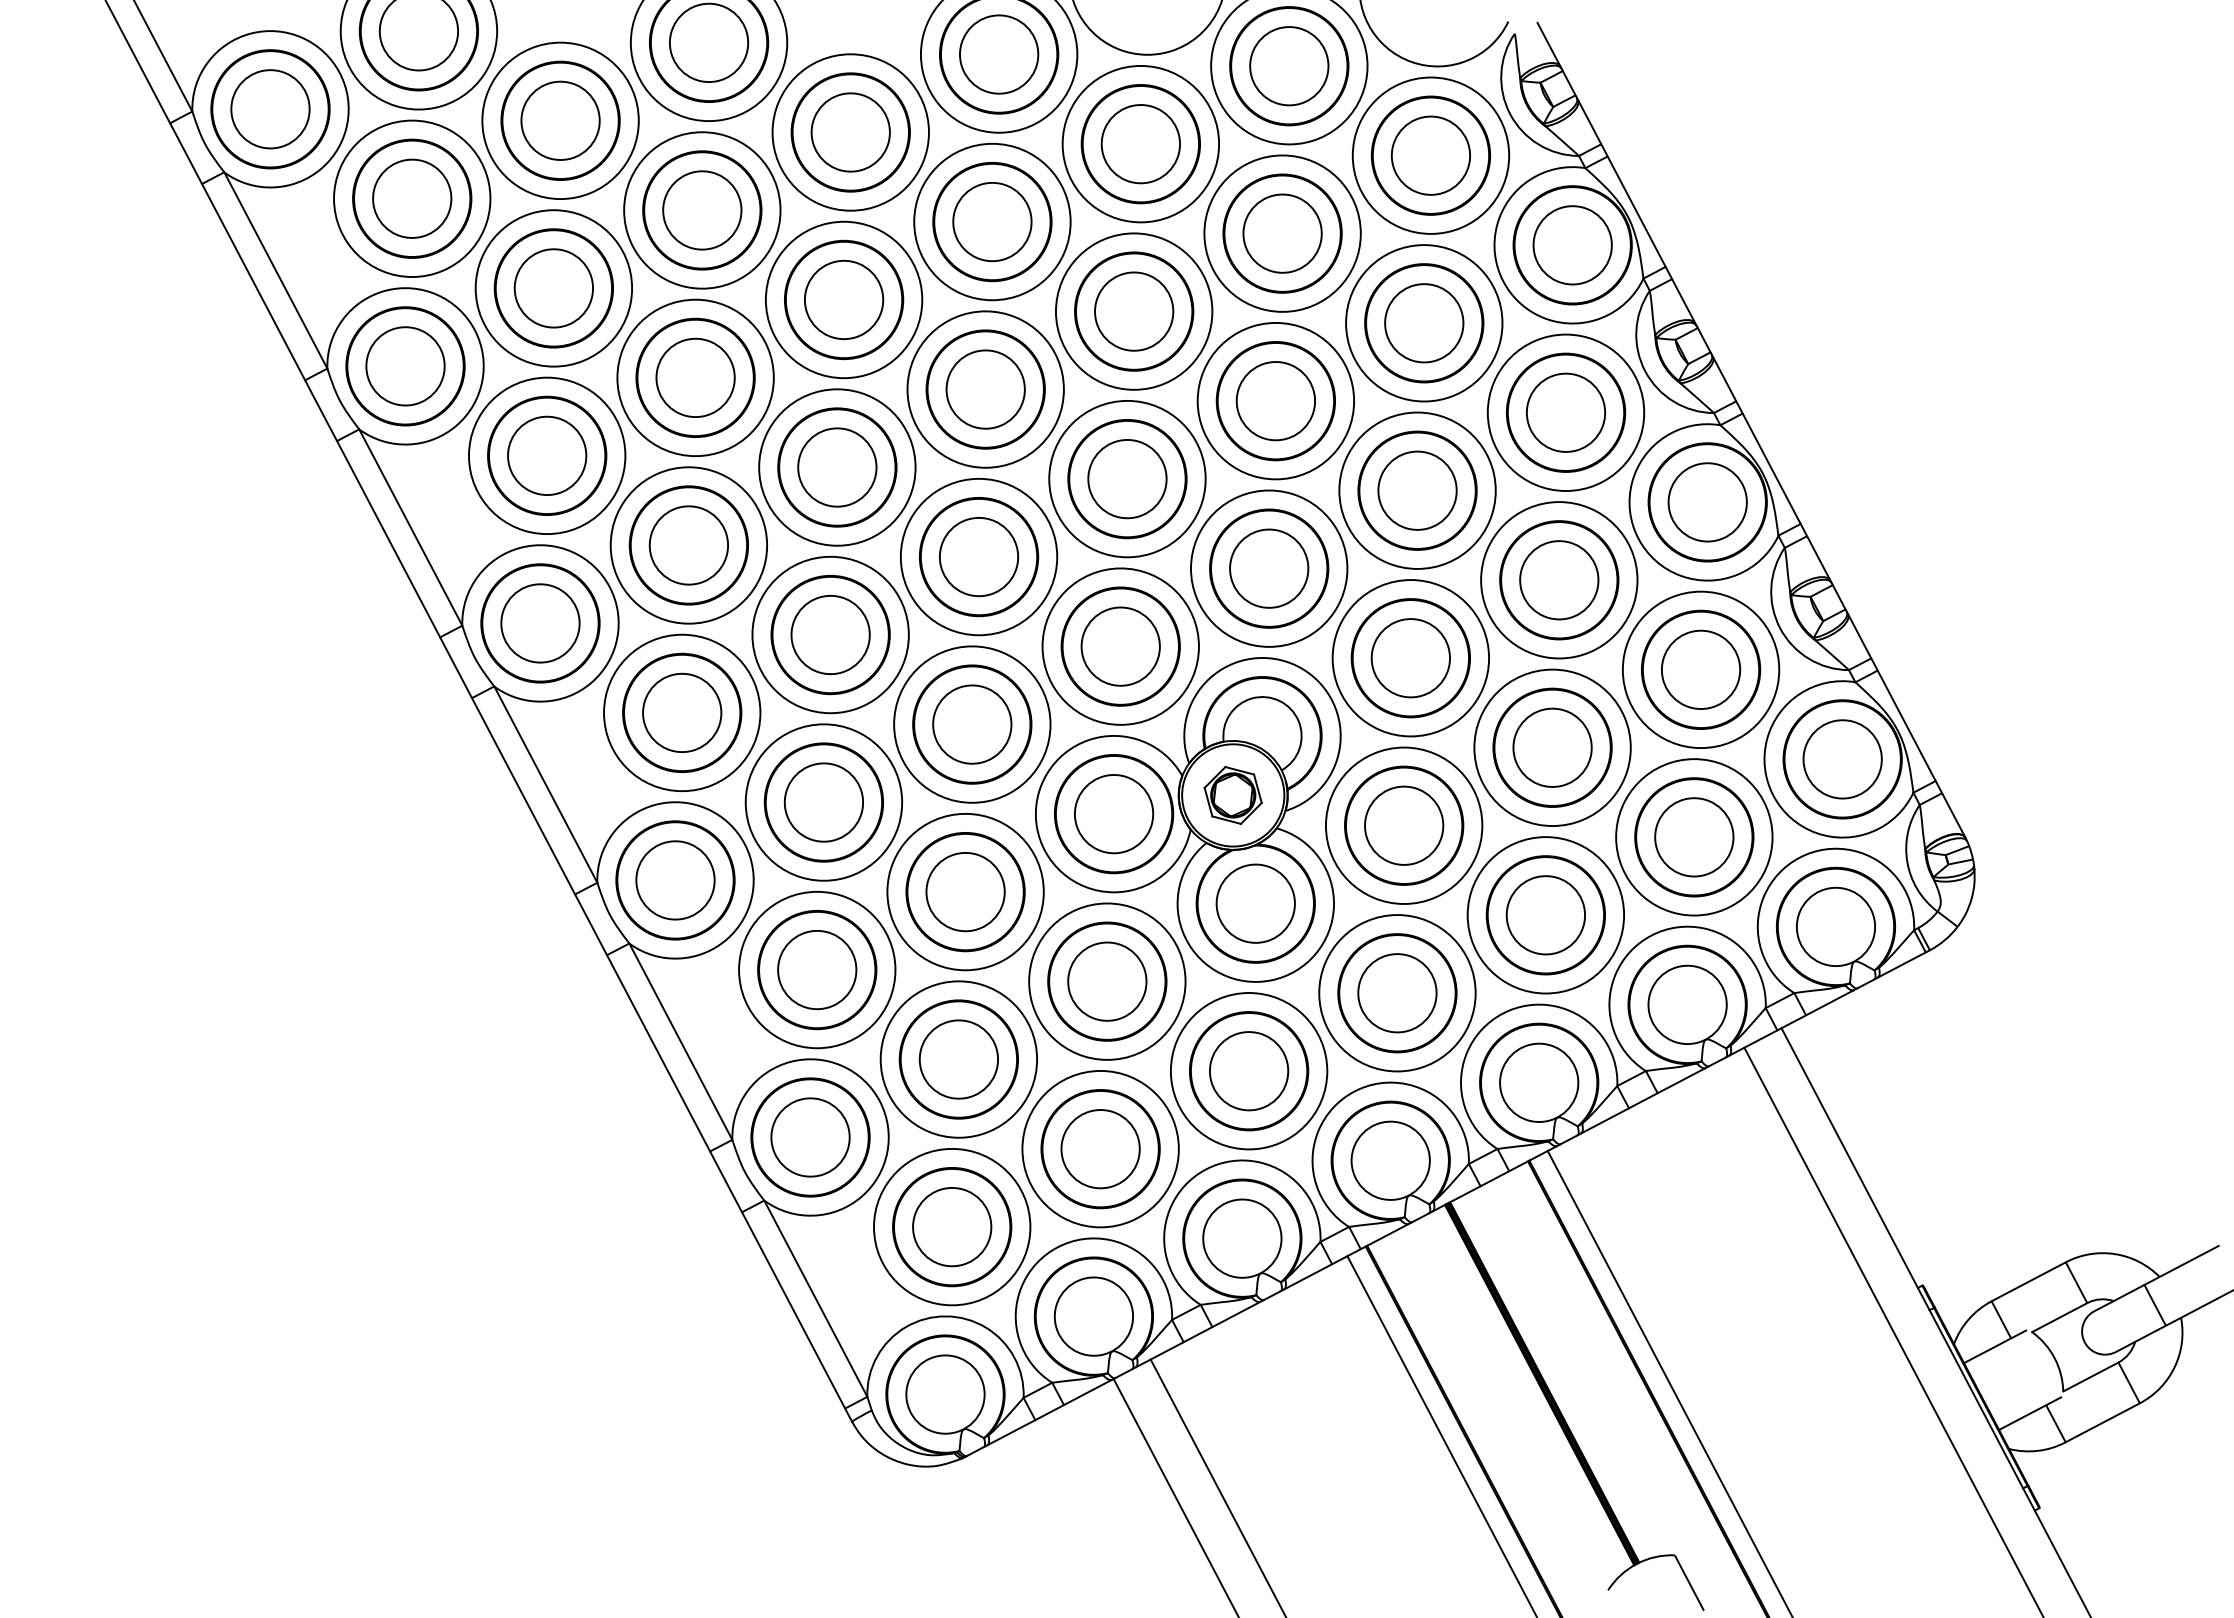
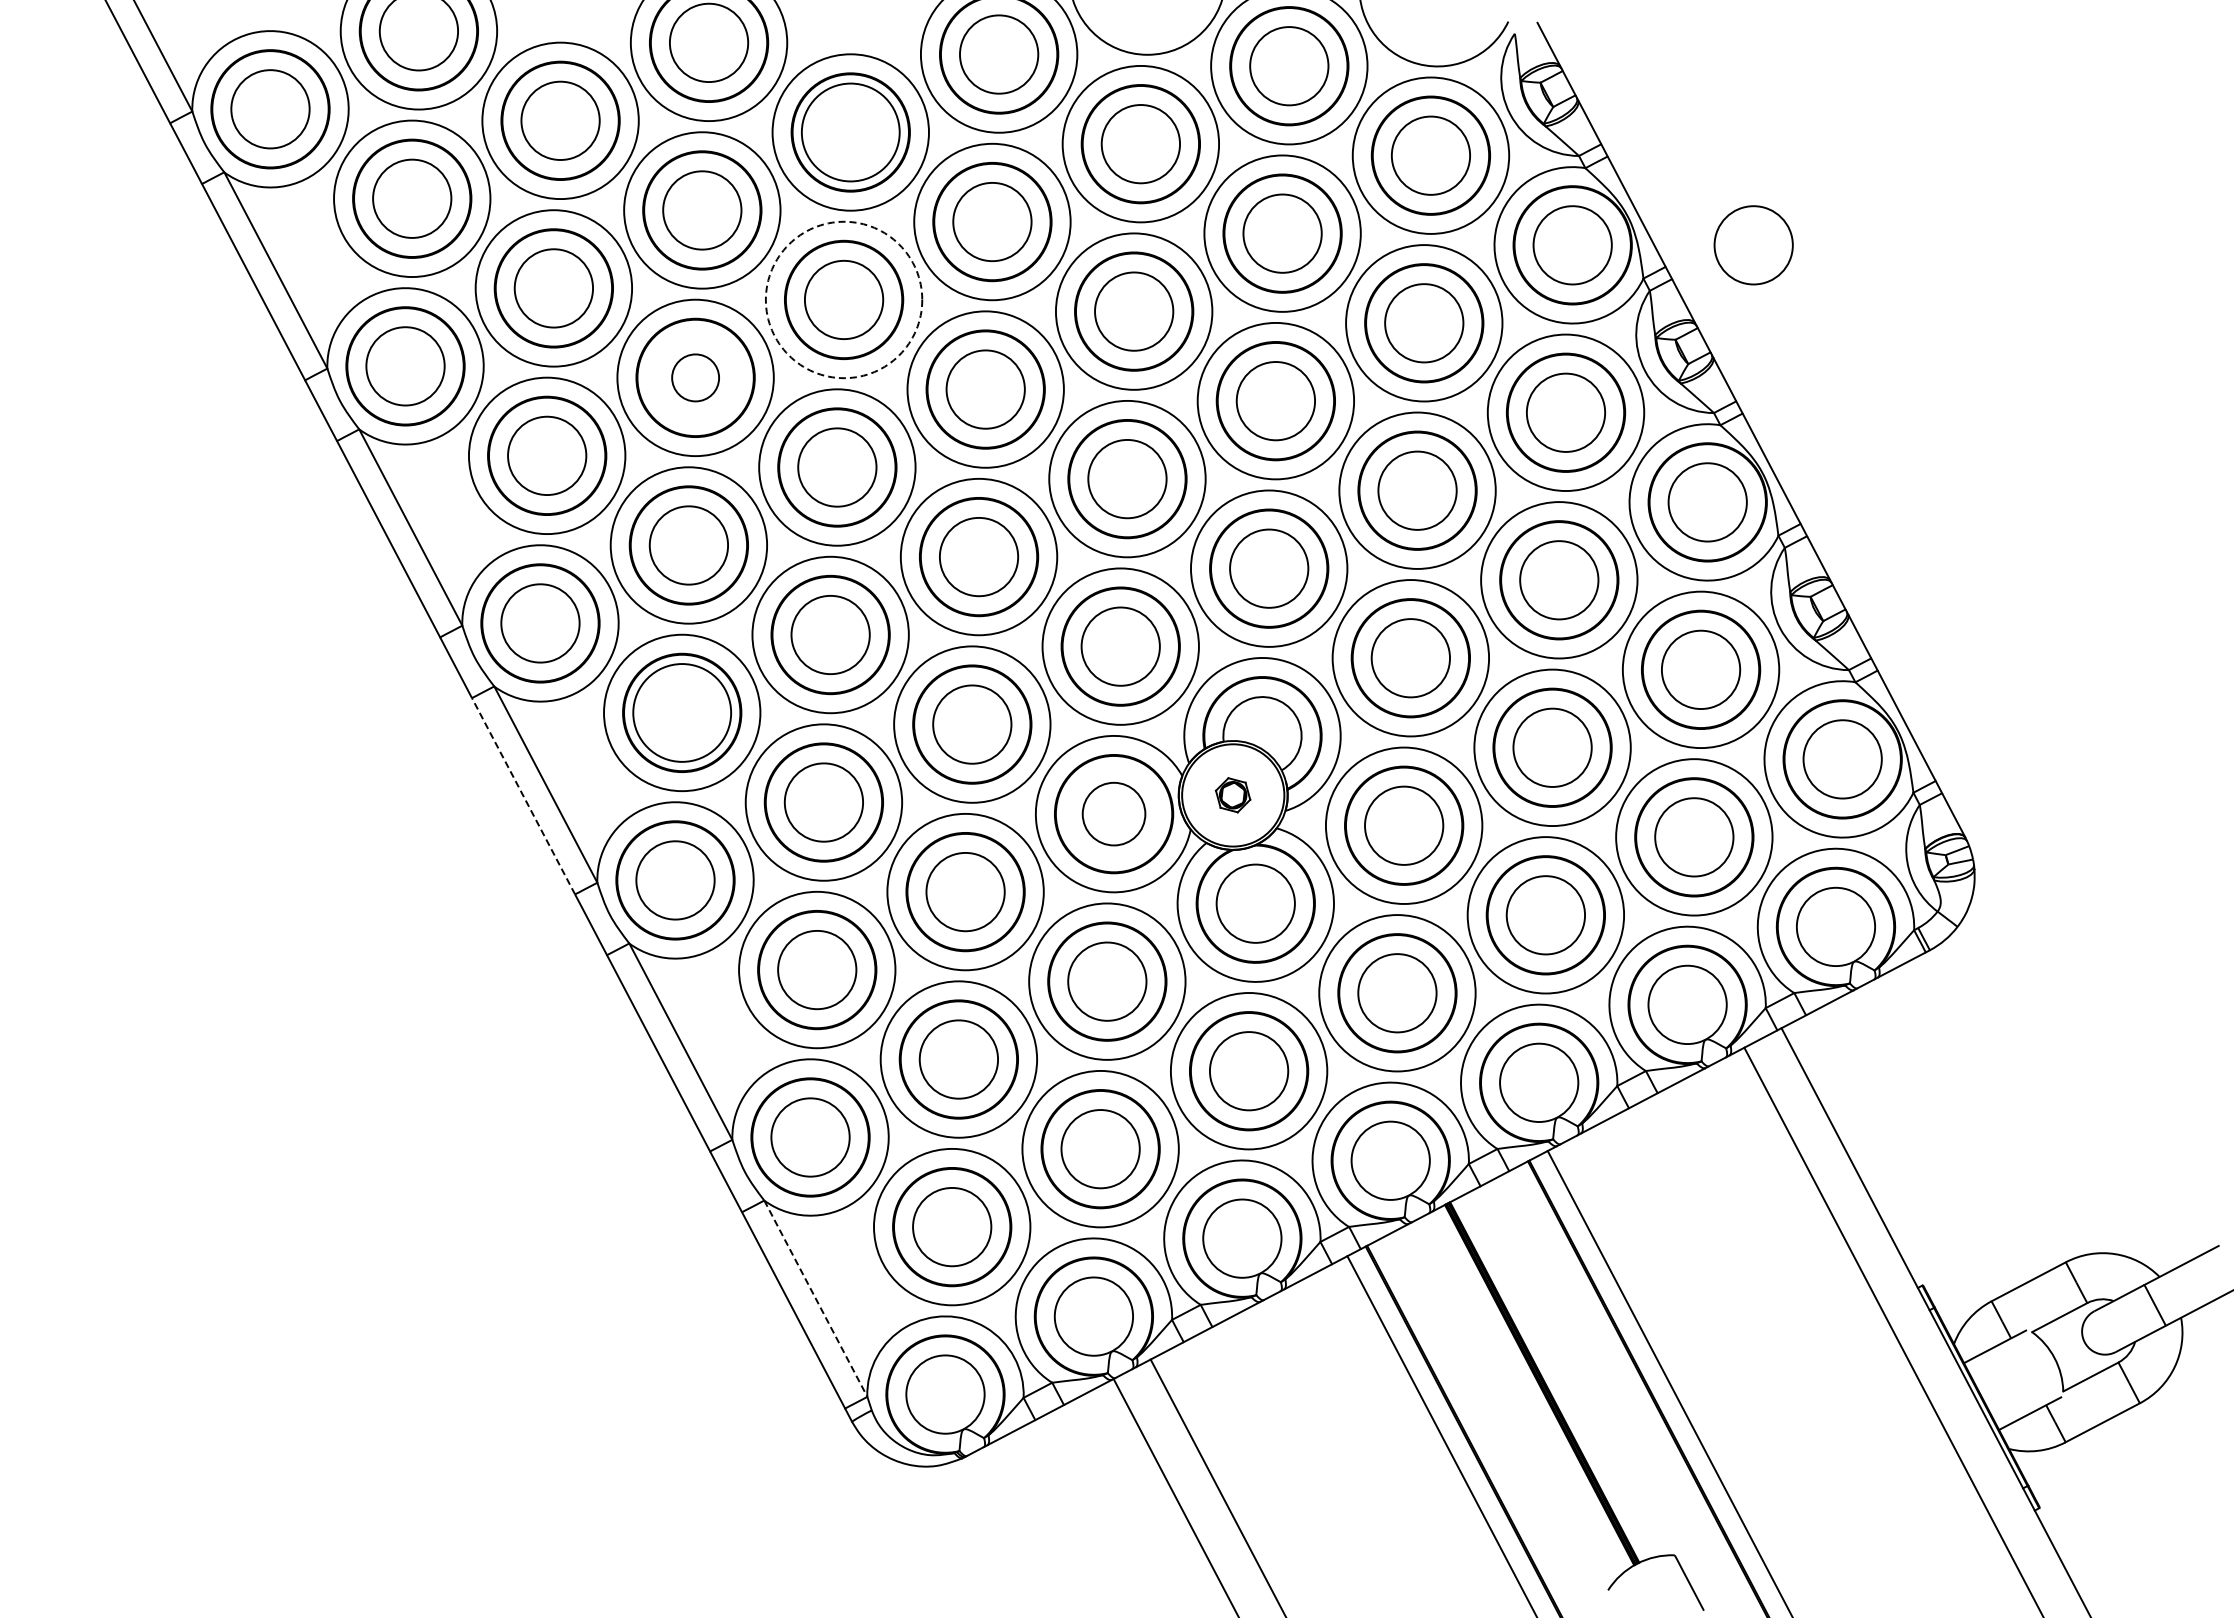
circle at (850, 132) diameter: 78 px -> 98 px
circle at (1753, 245): none -> present
circle at (843, 299): solid -> dashed
circle at (695, 377) diameter: 78 px -> 47 px
circle at (682, 712) diameter: 78 px -> 98 px
part at (1232, 794) size: 60x60 px -> 38x37 px
line at (523, 796): solid -> dashed
circle at (1113, 813) diameter: 78 px -> 63 px
line at (815, 1298): solid -> dashed
